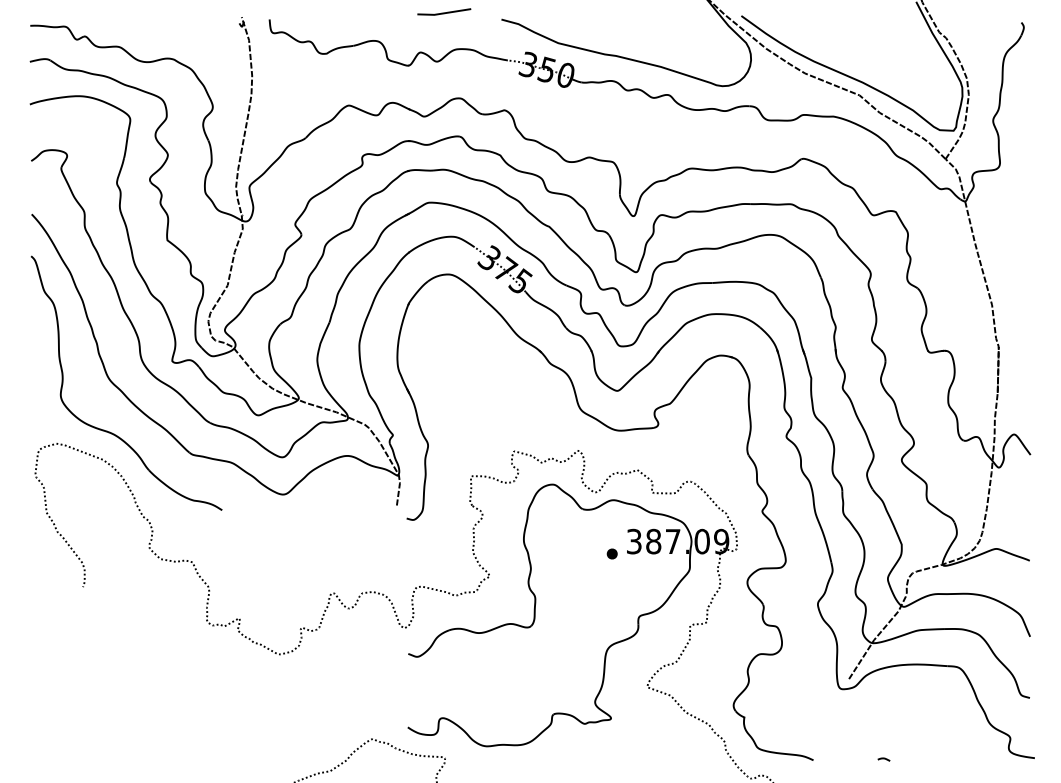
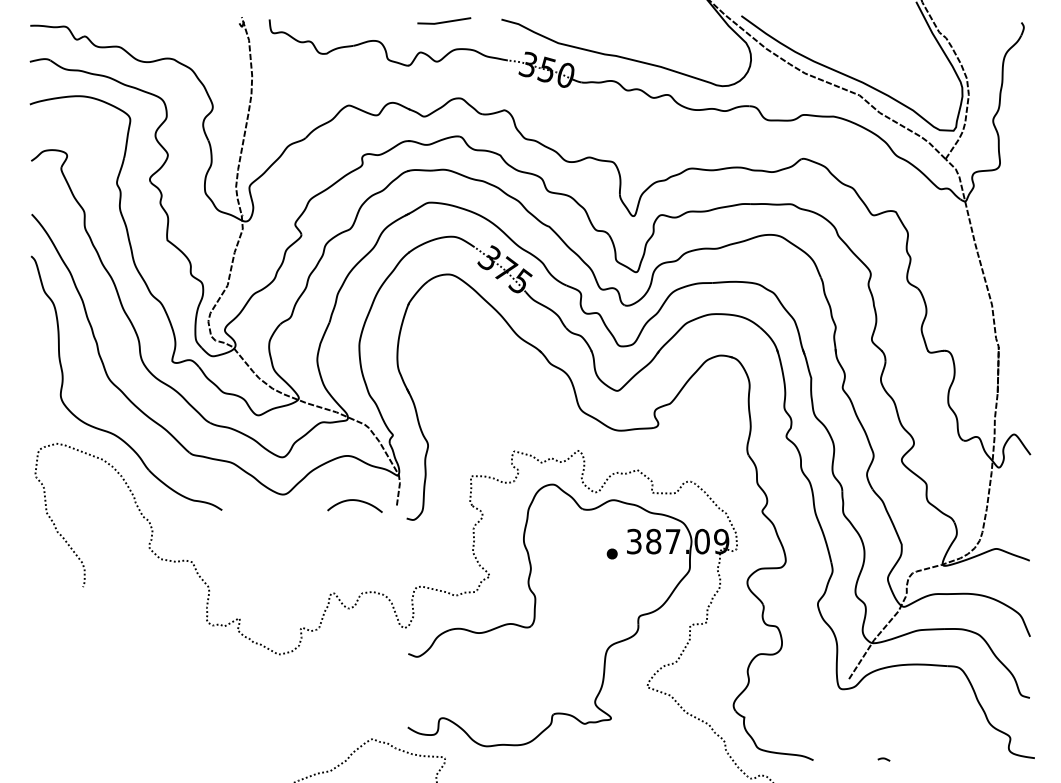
line at (444, 12) position: (444, 12) -> (444, 21)
curve at (355, 501): none -> present
